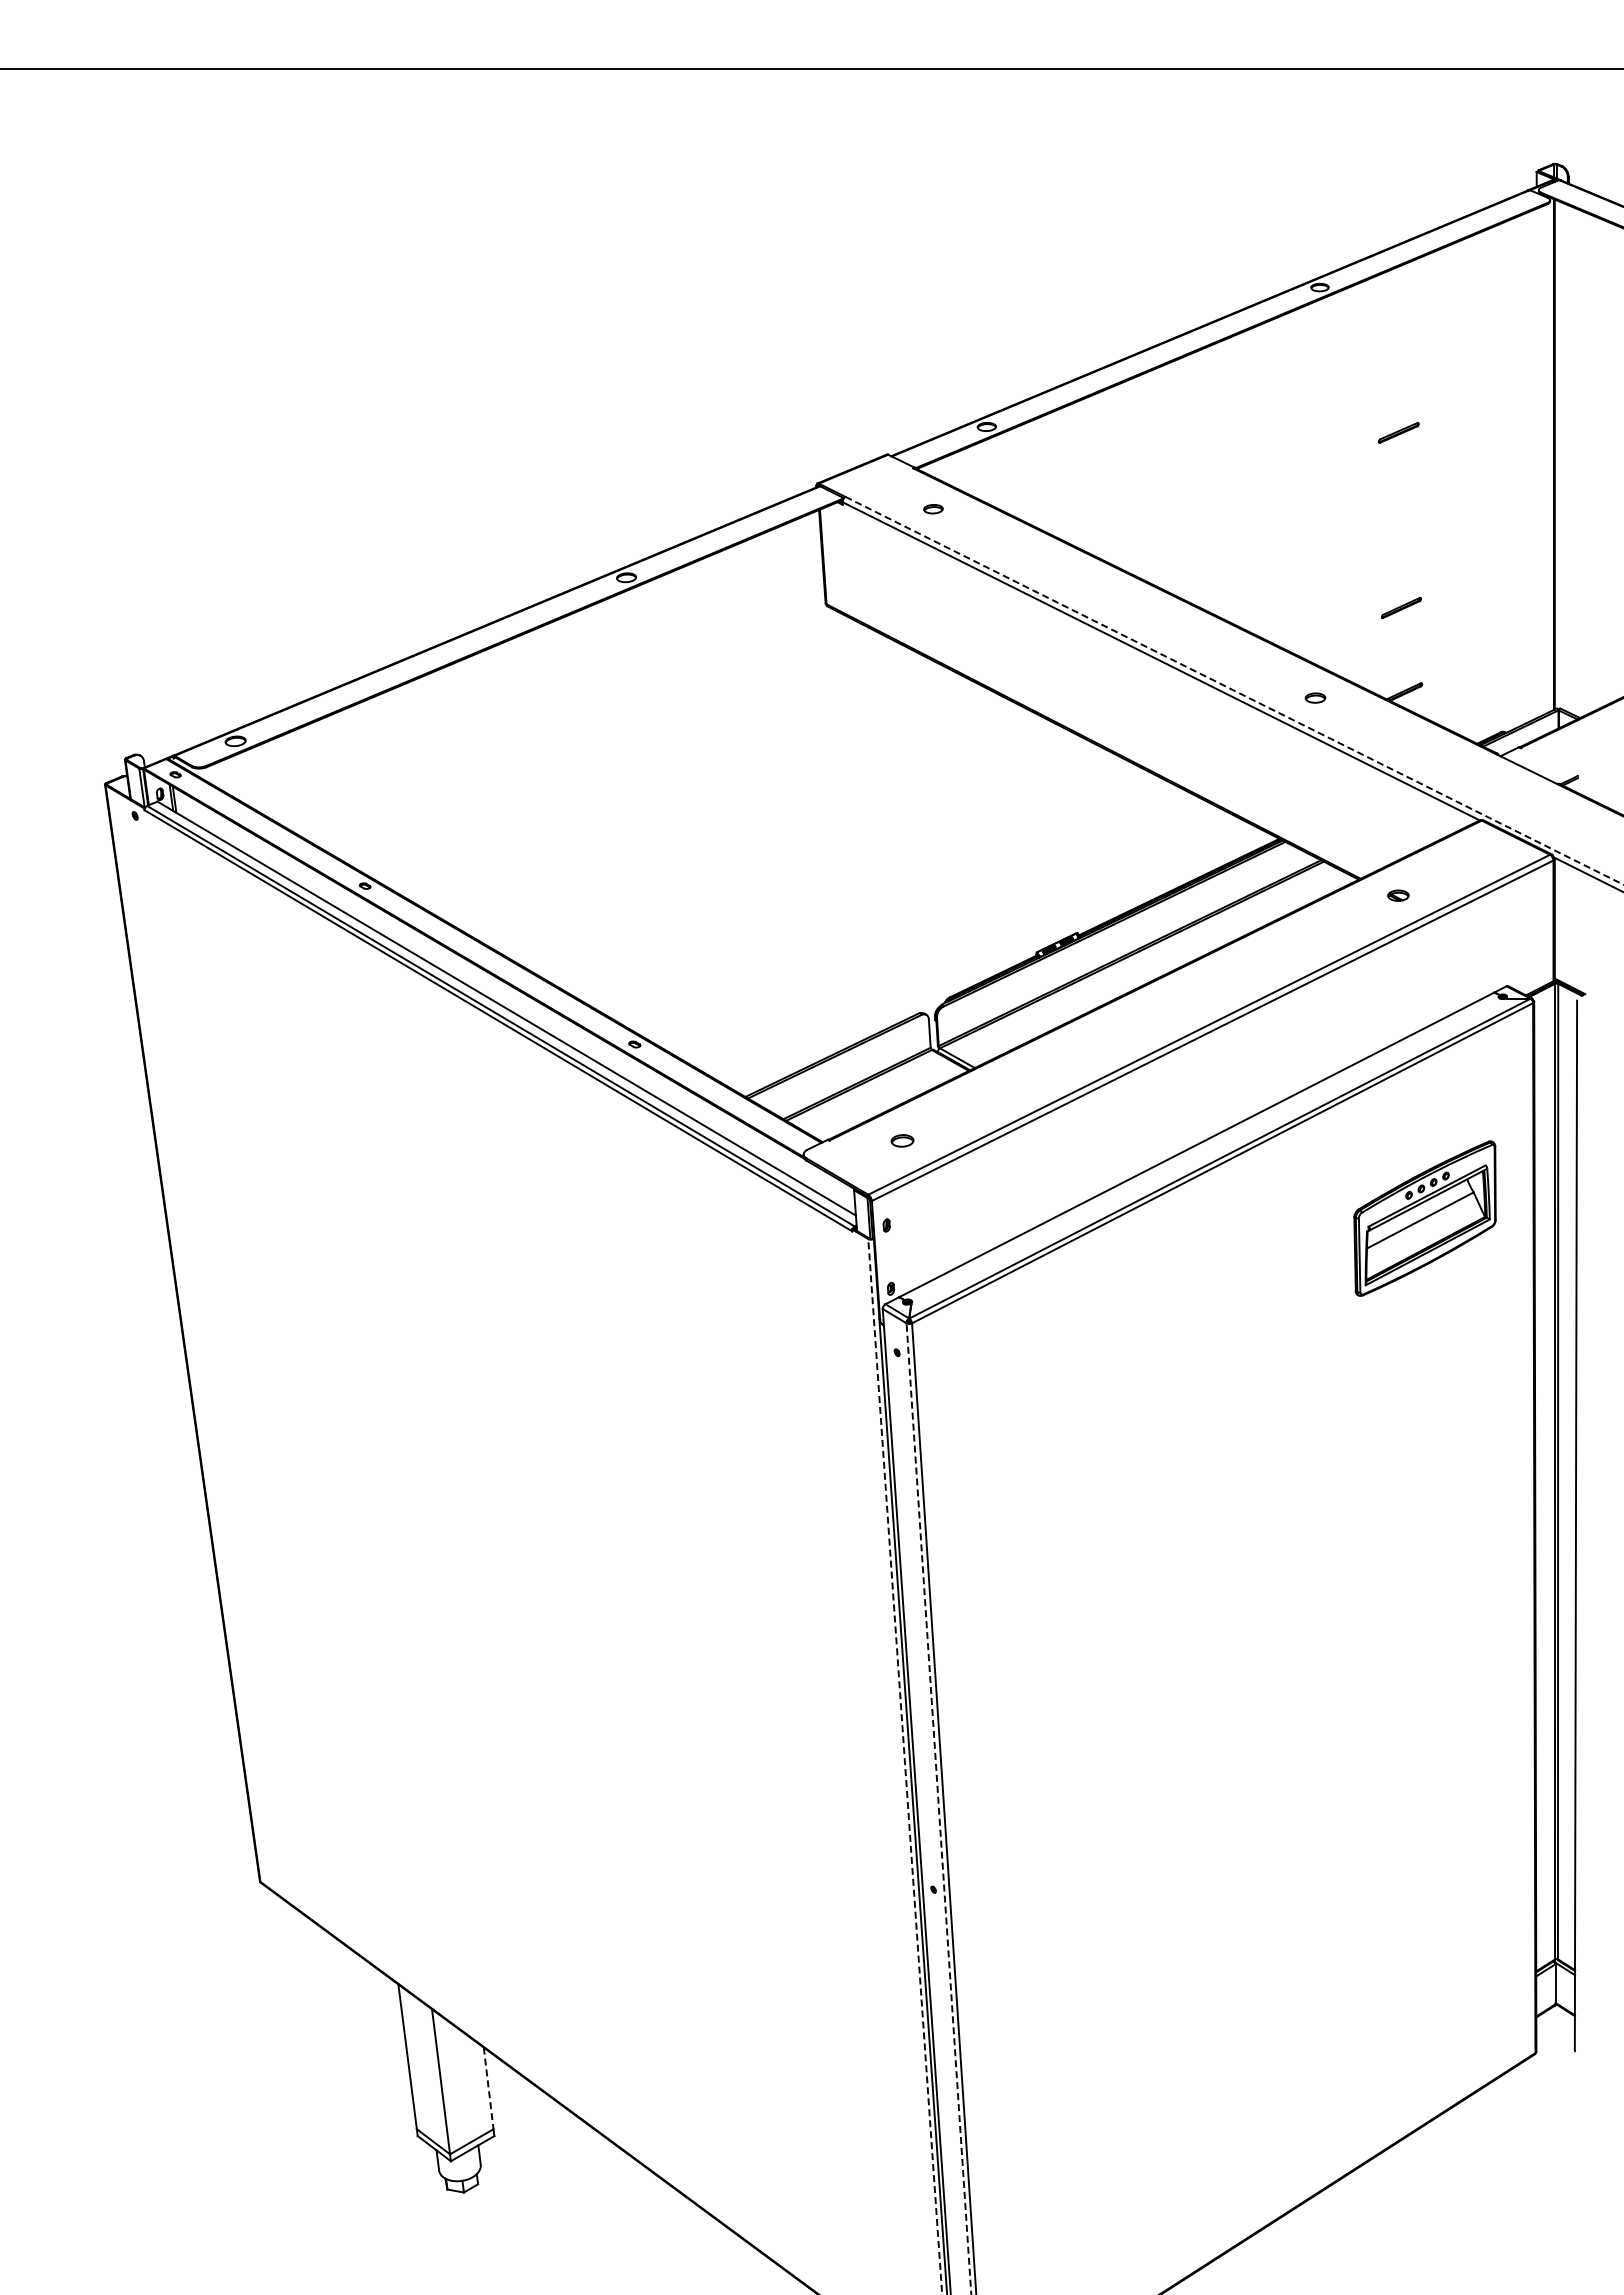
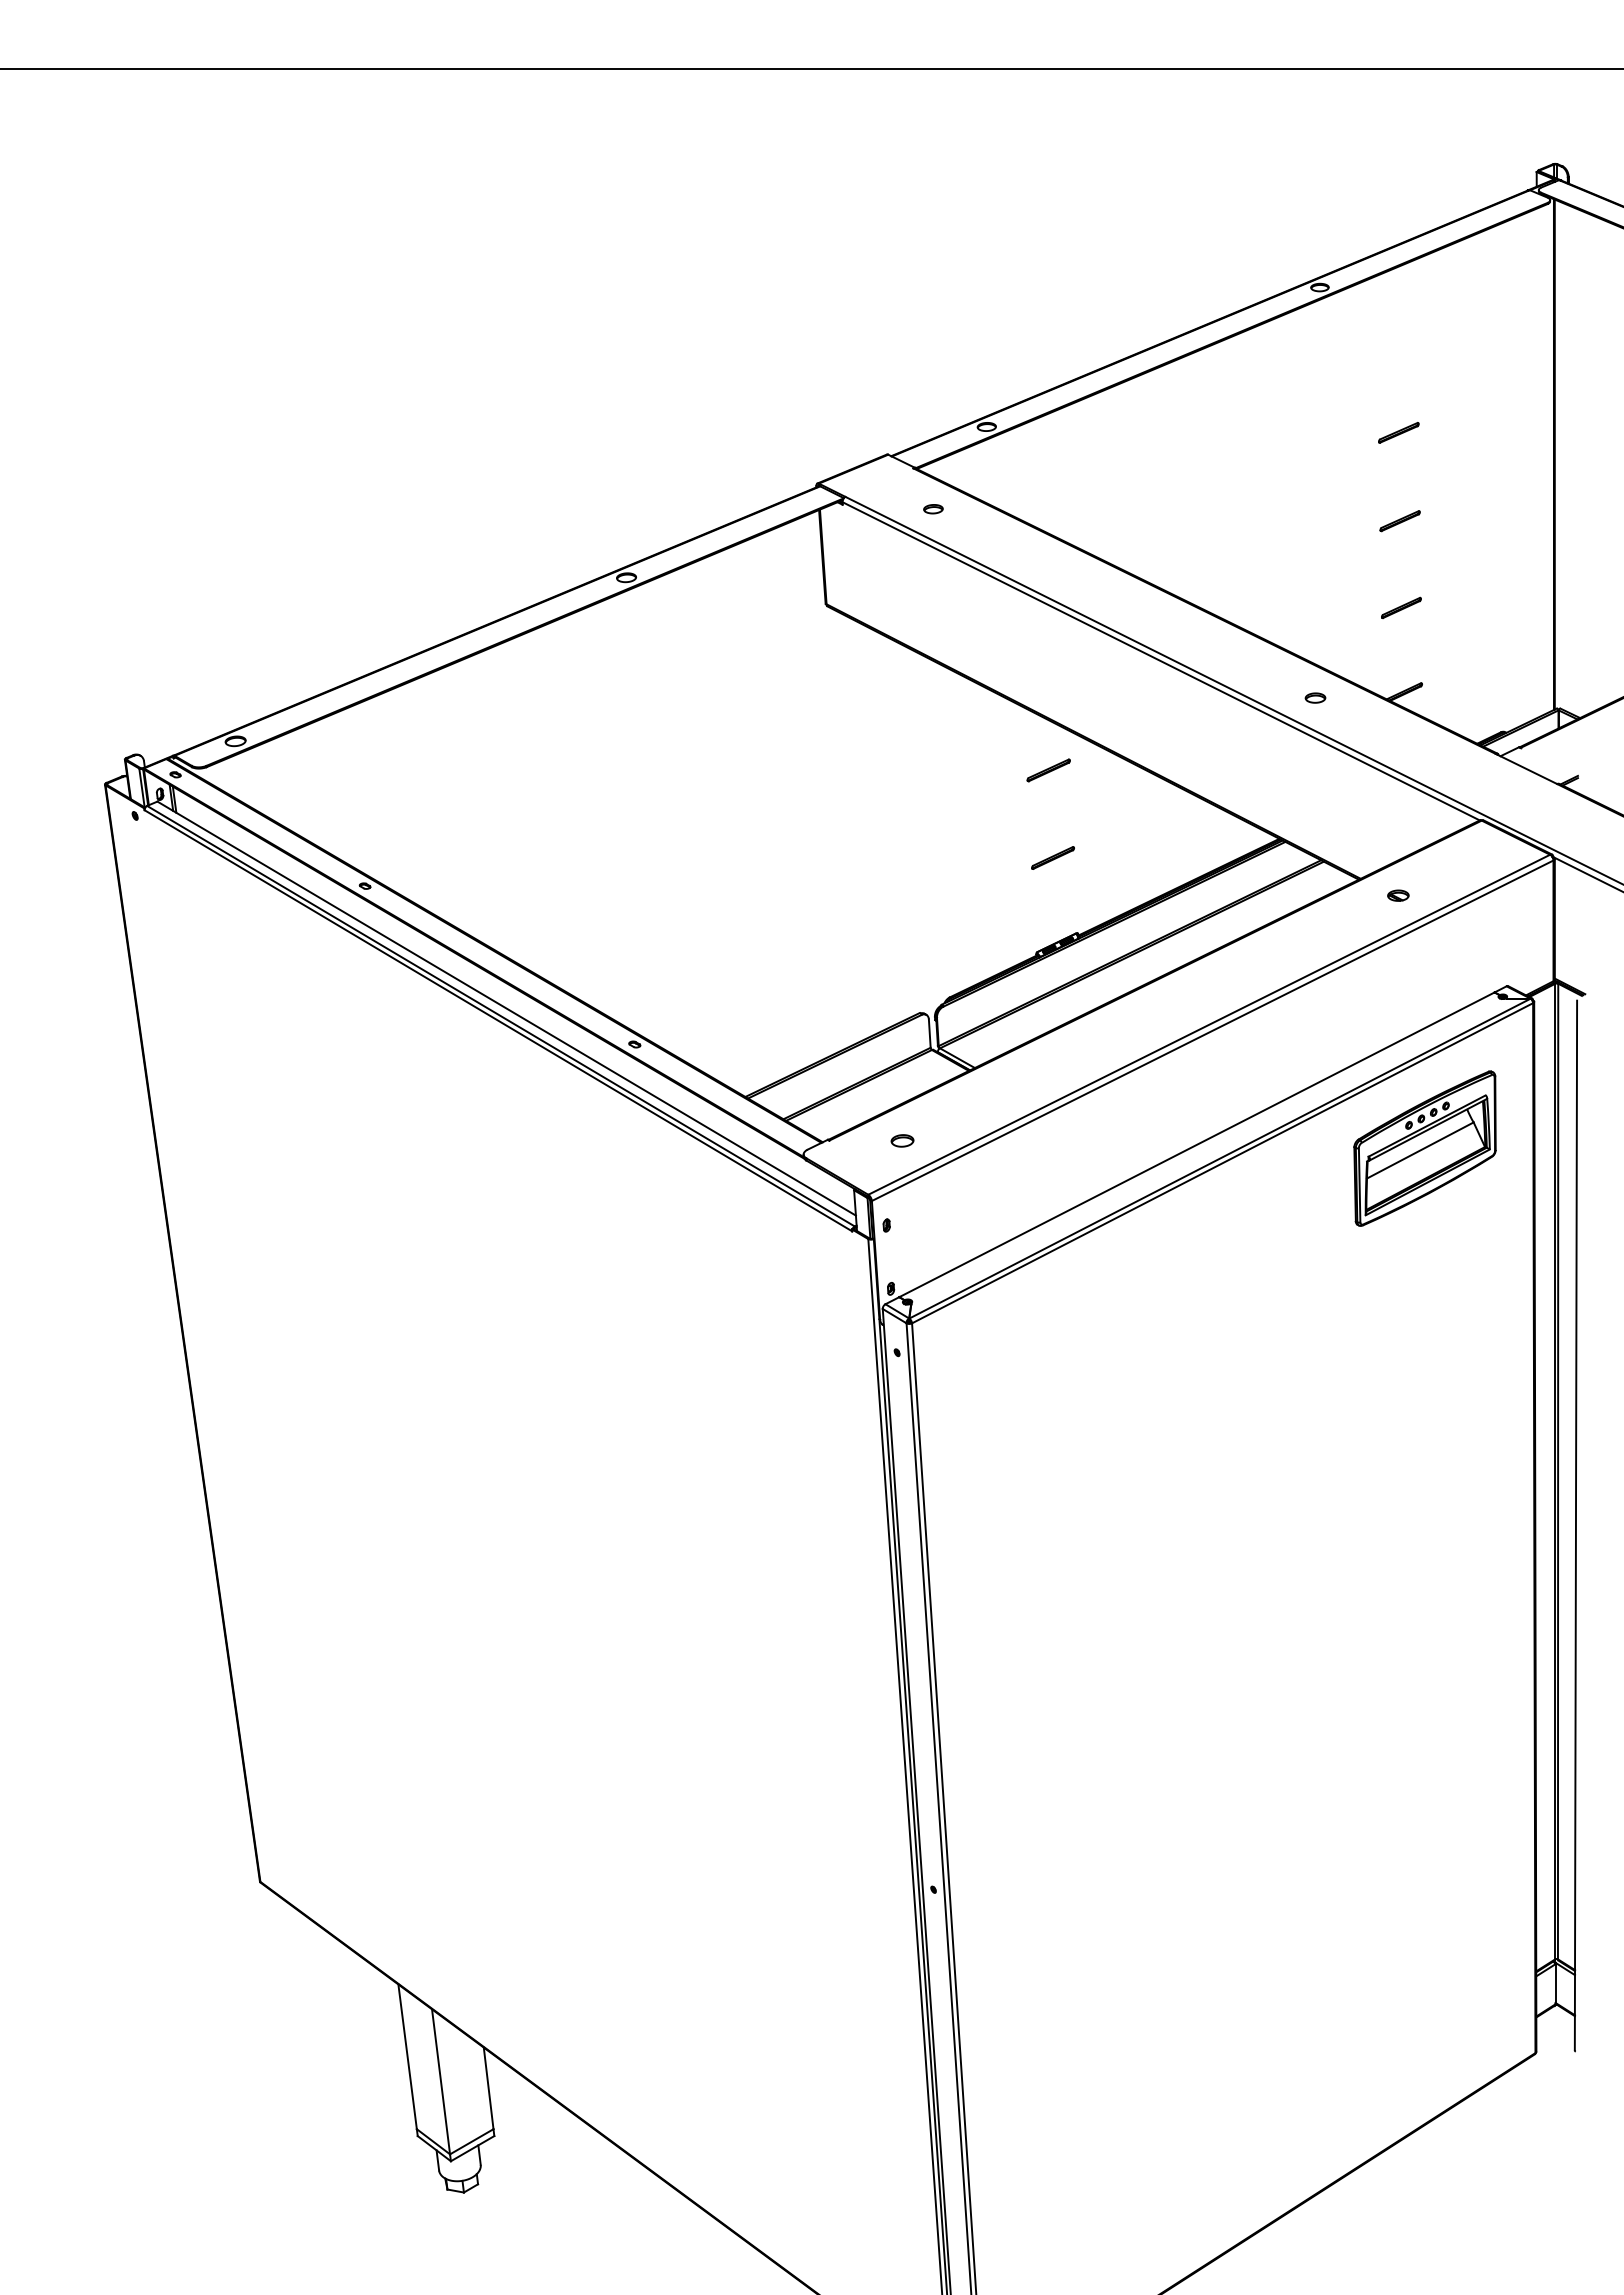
part at (1399, 521): none -> present
line at (1234, 690): dashed -> solid
part at (1048, 770): none -> present
part at (1052, 857): none -> present
part at (1424, 1218) position: (1424, 1218) -> (1424, 1148)
line at (905, 1766): dashed -> solid
line at (938, 1809): dashed -> solid
line at (488, 2088): dashed -> solid
